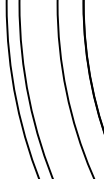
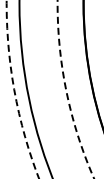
circle at (22, 89): solid -> dashed
circle at (75, 89): solid -> dashed
